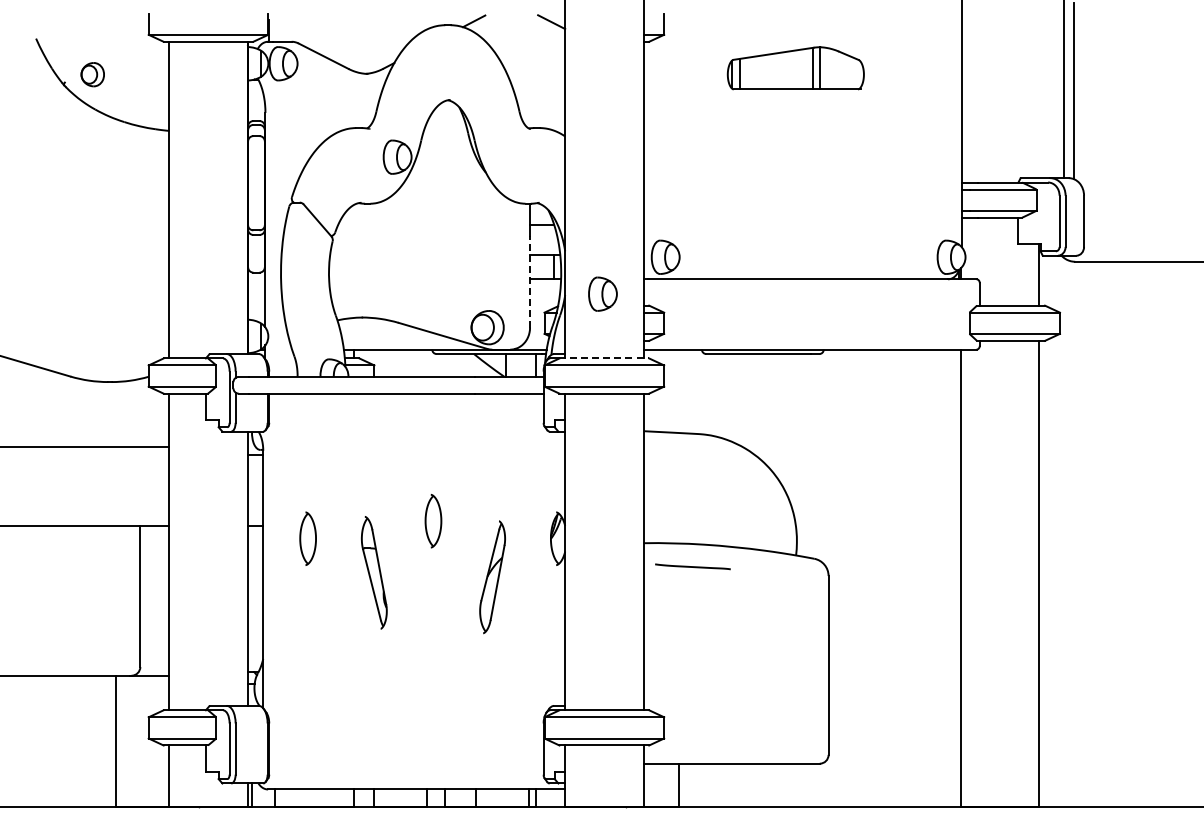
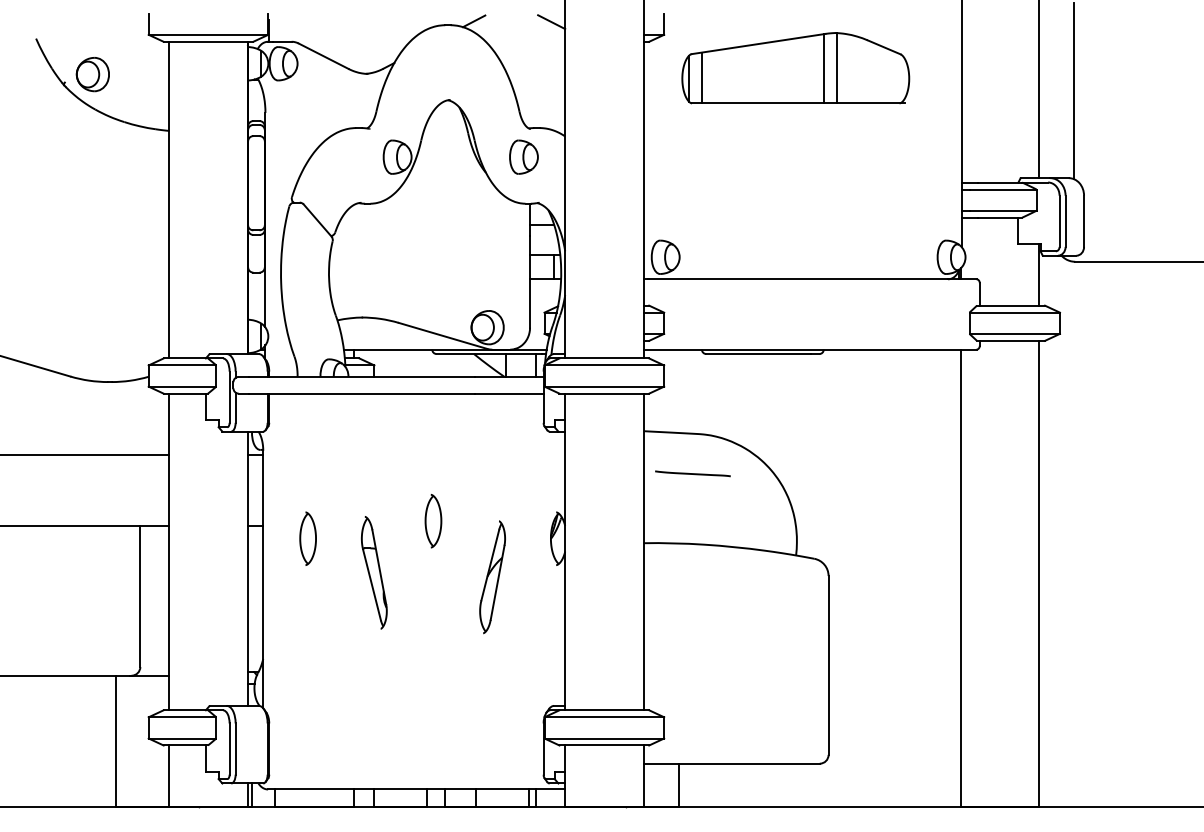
part at (795, 68) size: 139x45 px -> 230x73 px
part at (92, 74) size: 25x26 px -> 35x36 px
line at (1064, 90) position: (1064, 90) -> (1039, 90)
line at (530, 281): dashed -> solid
part at (602, 293) position: (602, 293) -> (523, 156)
line at (604, 358): dashed -> solid
line at (85, 447) position: (85, 447) -> (85, 455)
line at (692, 566) position: (692, 566) -> (692, 473)
